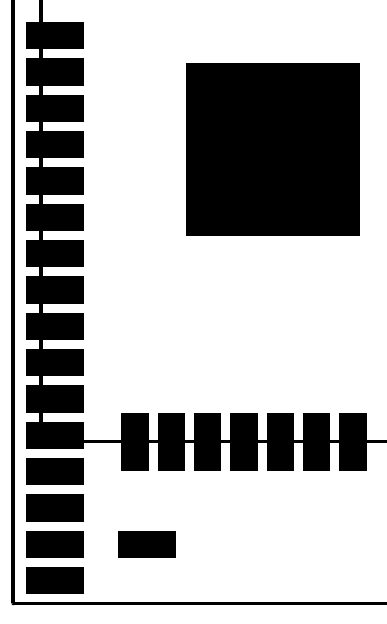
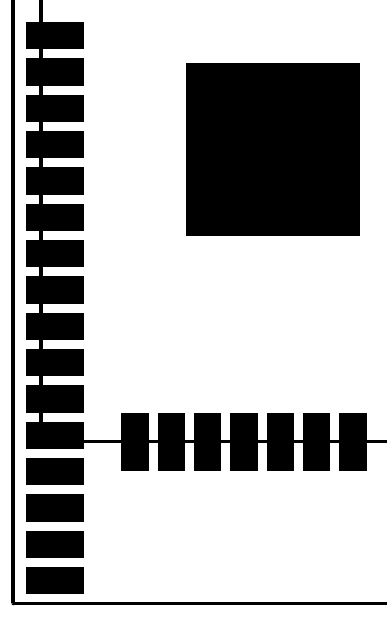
part at (146, 544): present -> none
